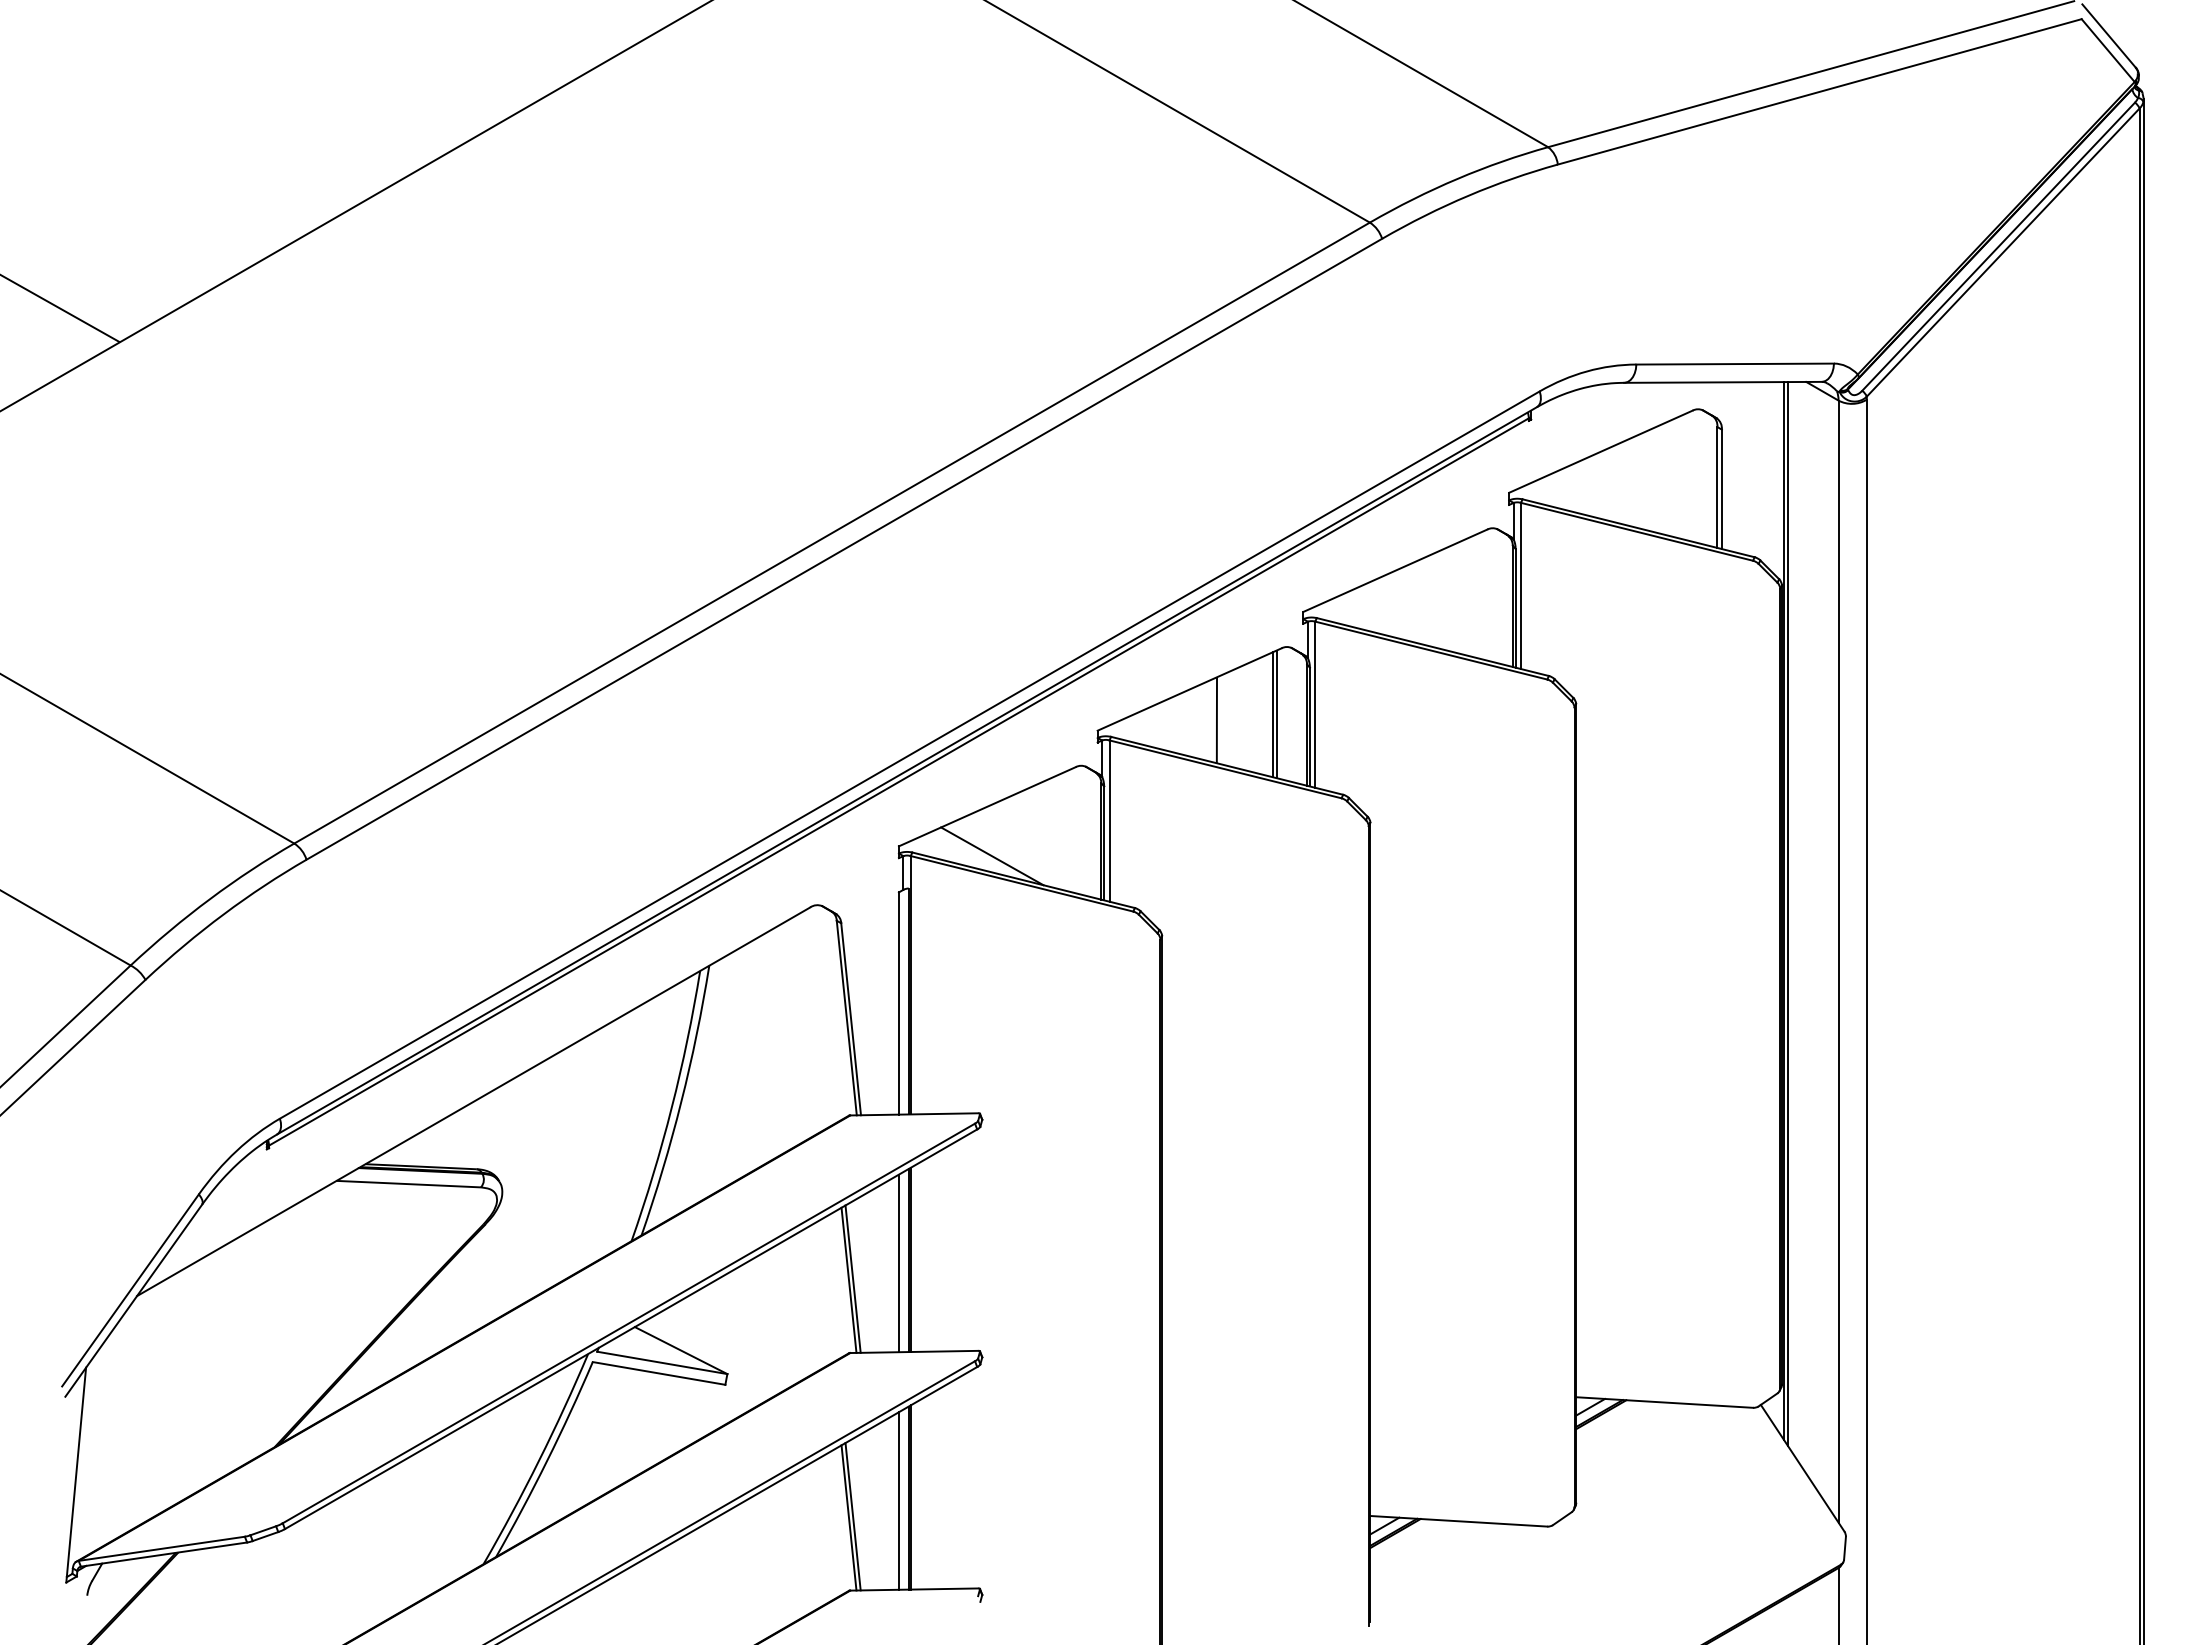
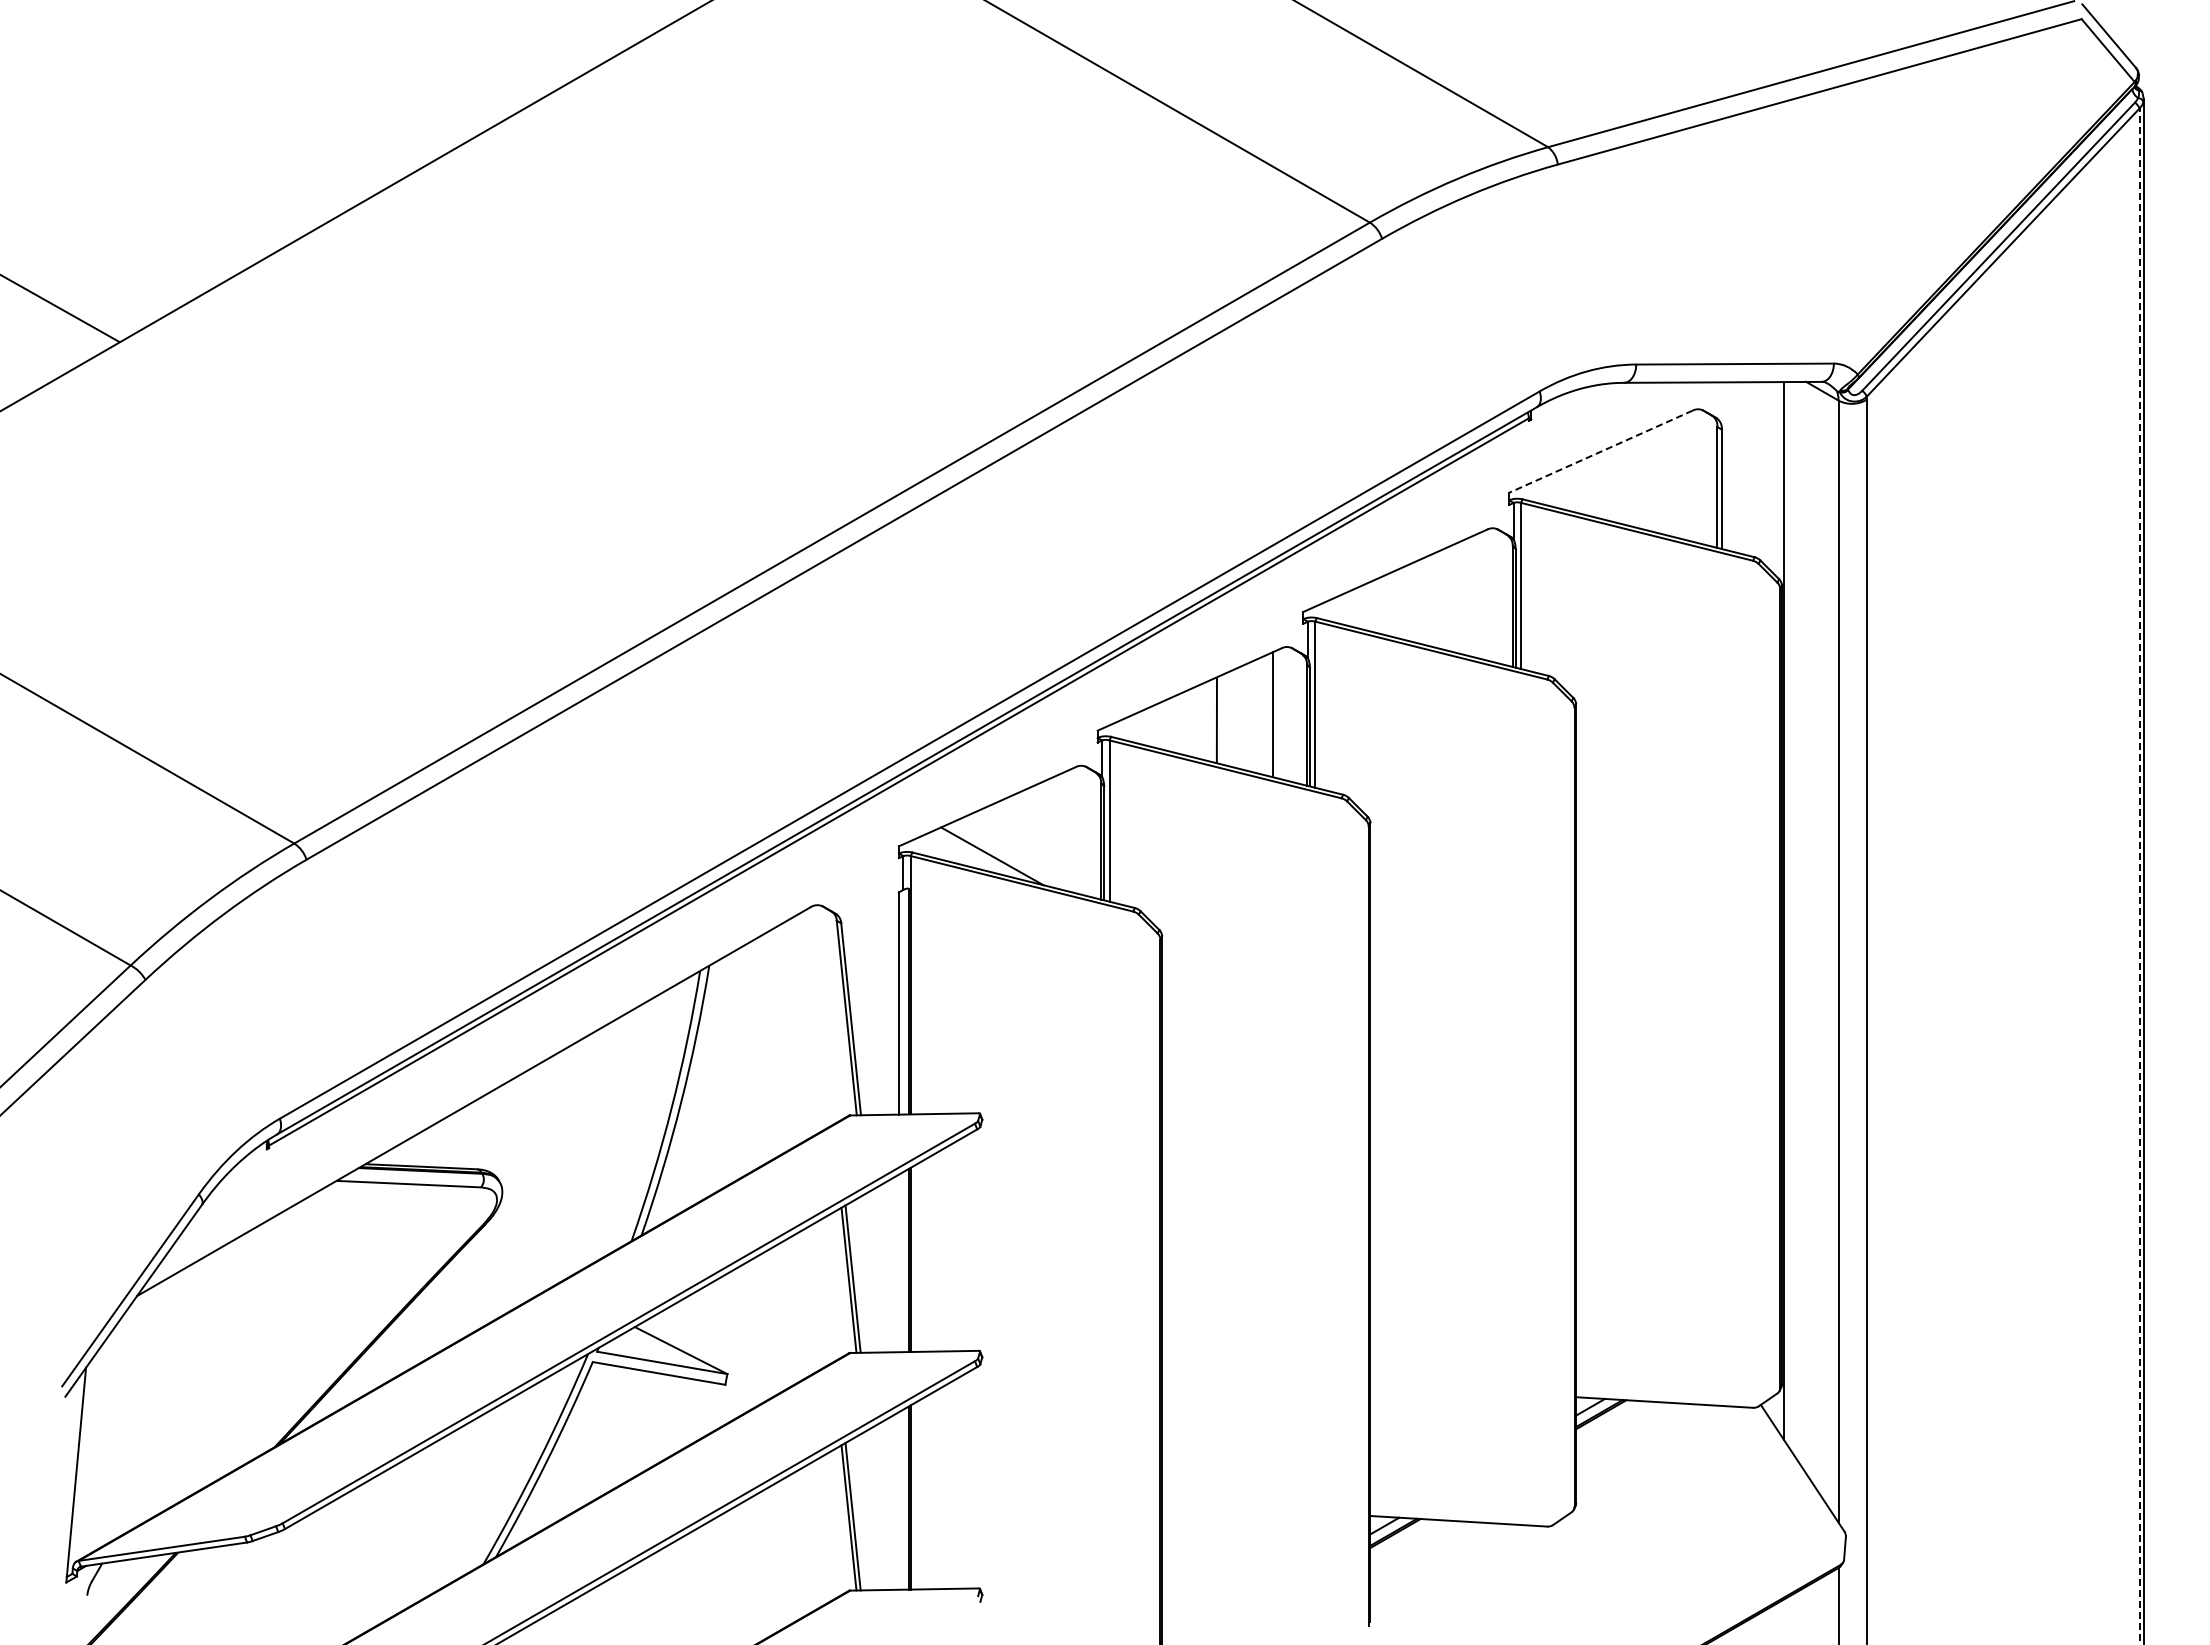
line at (1600, 451): solid -> dashed
line at (1276, 714): present -> none
line at (2139, 876): solid -> dashed
line at (1788, 914): present -> none
line at (898, 1263): present -> none
line at (898, 1500): present -> none
